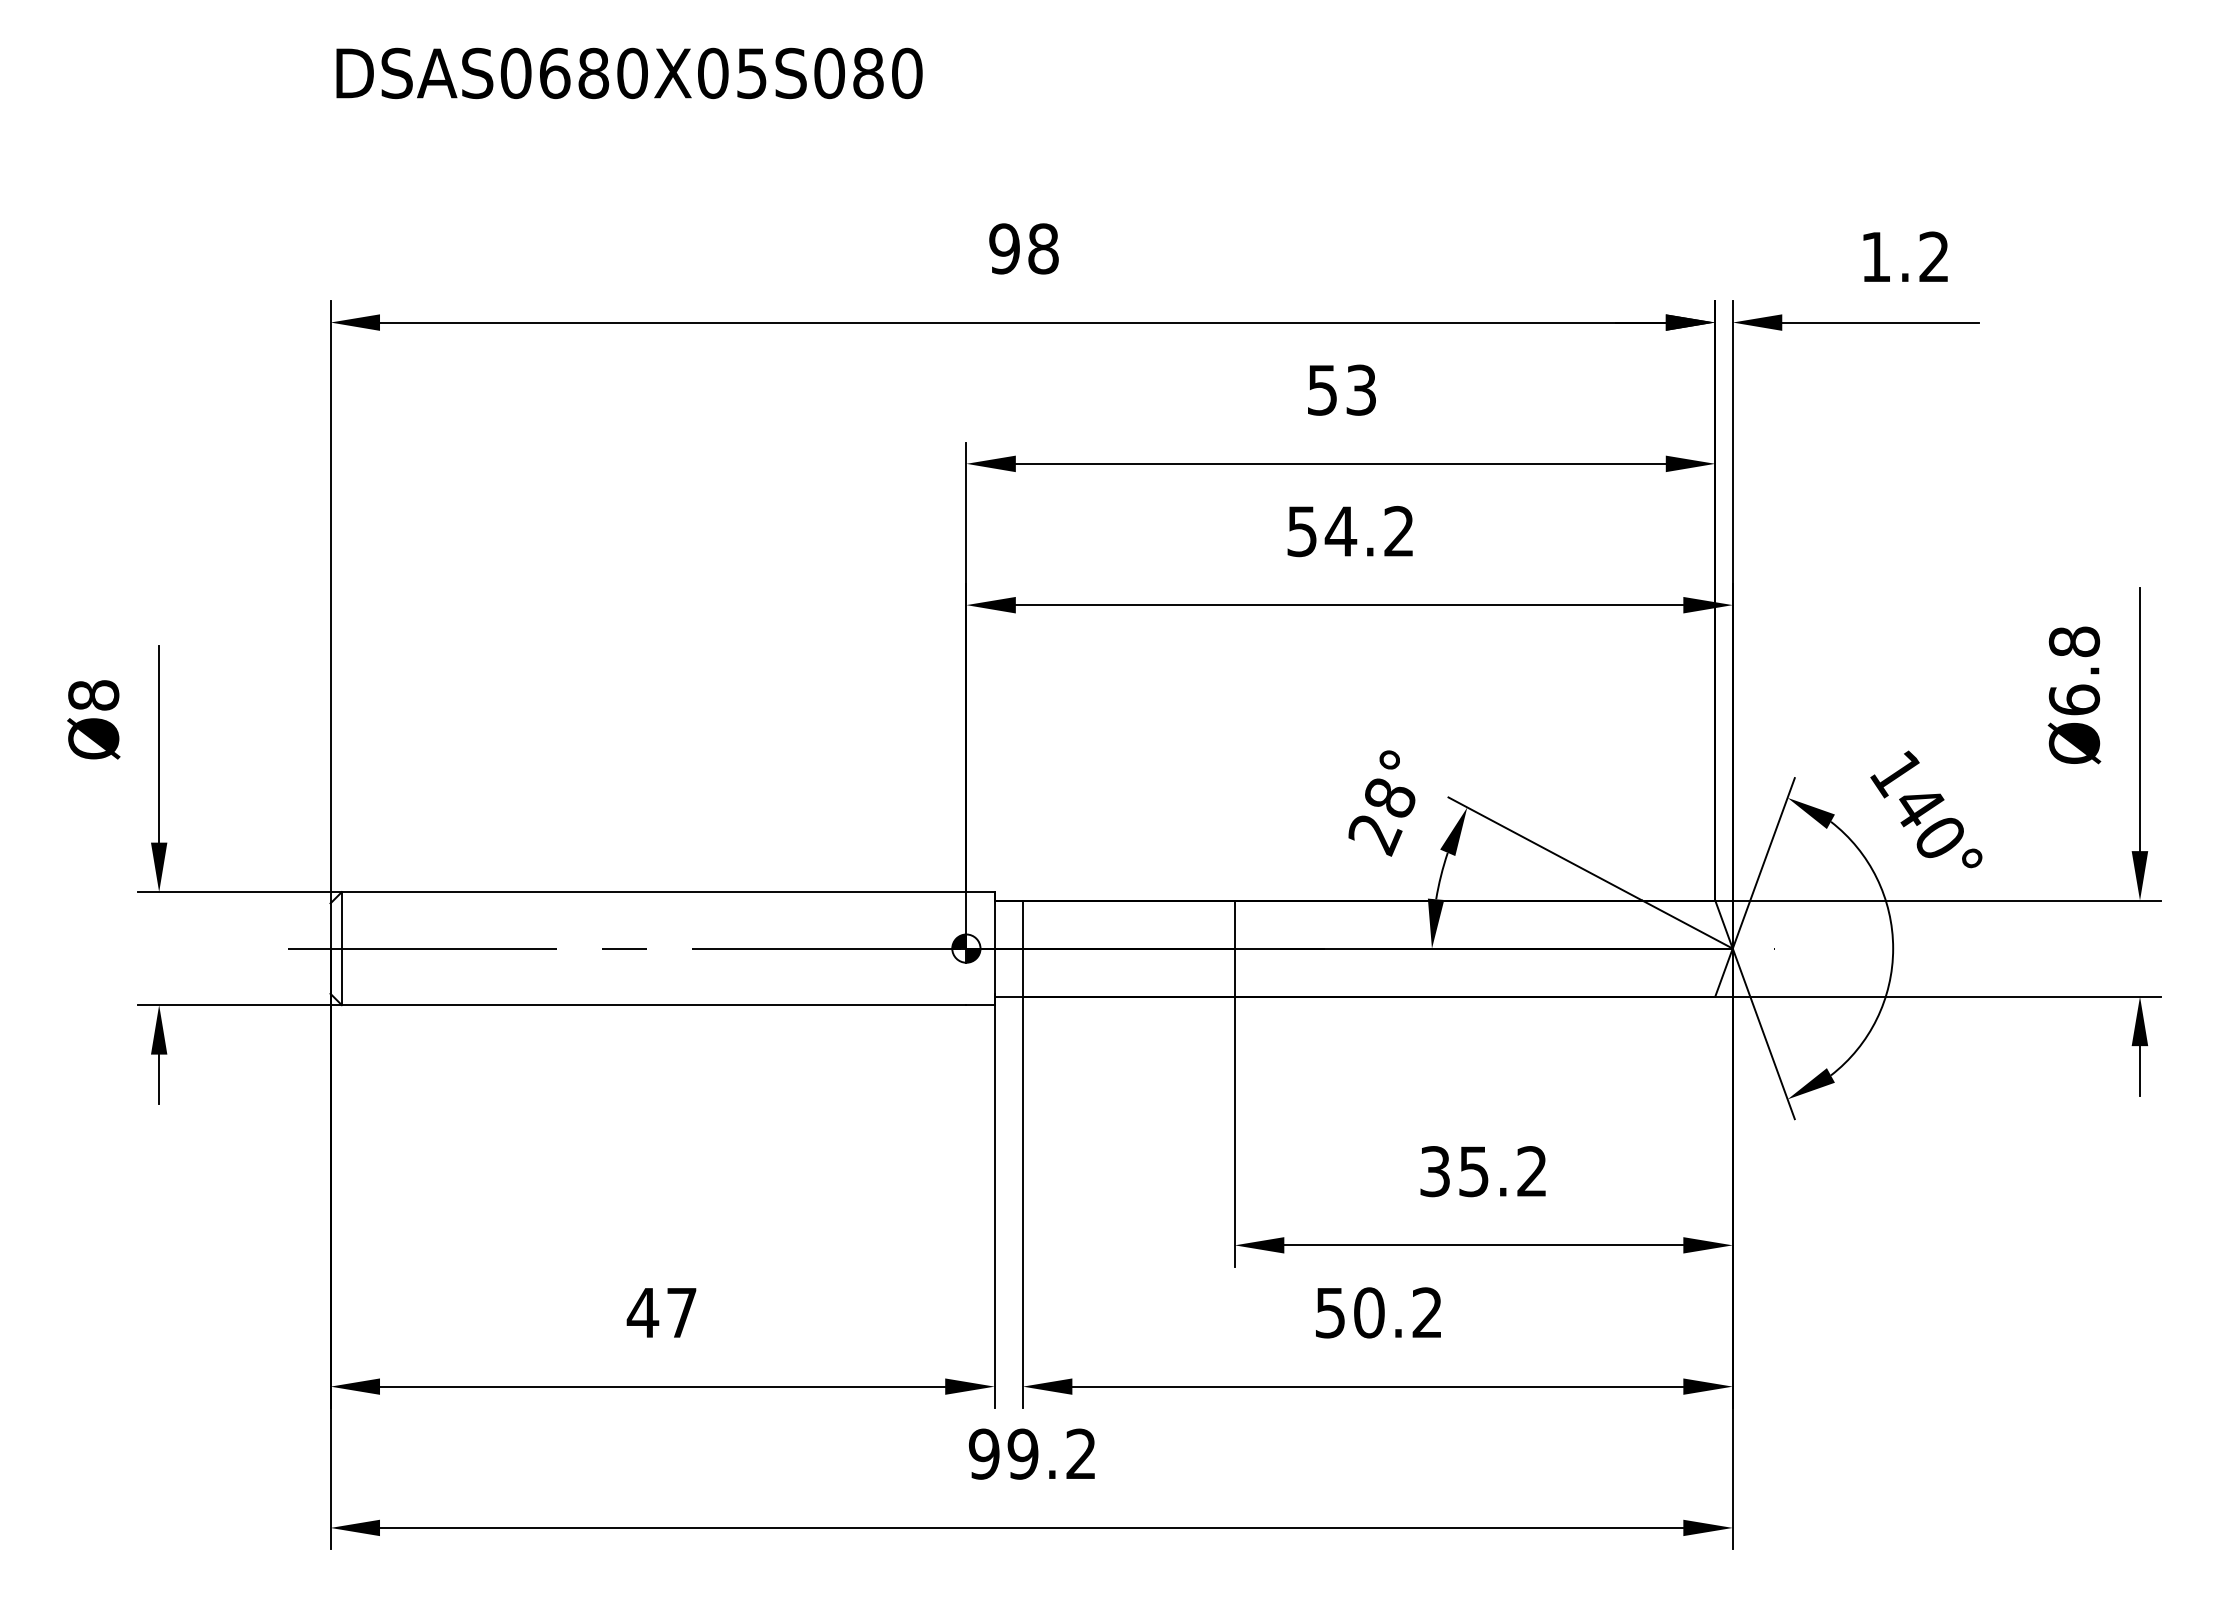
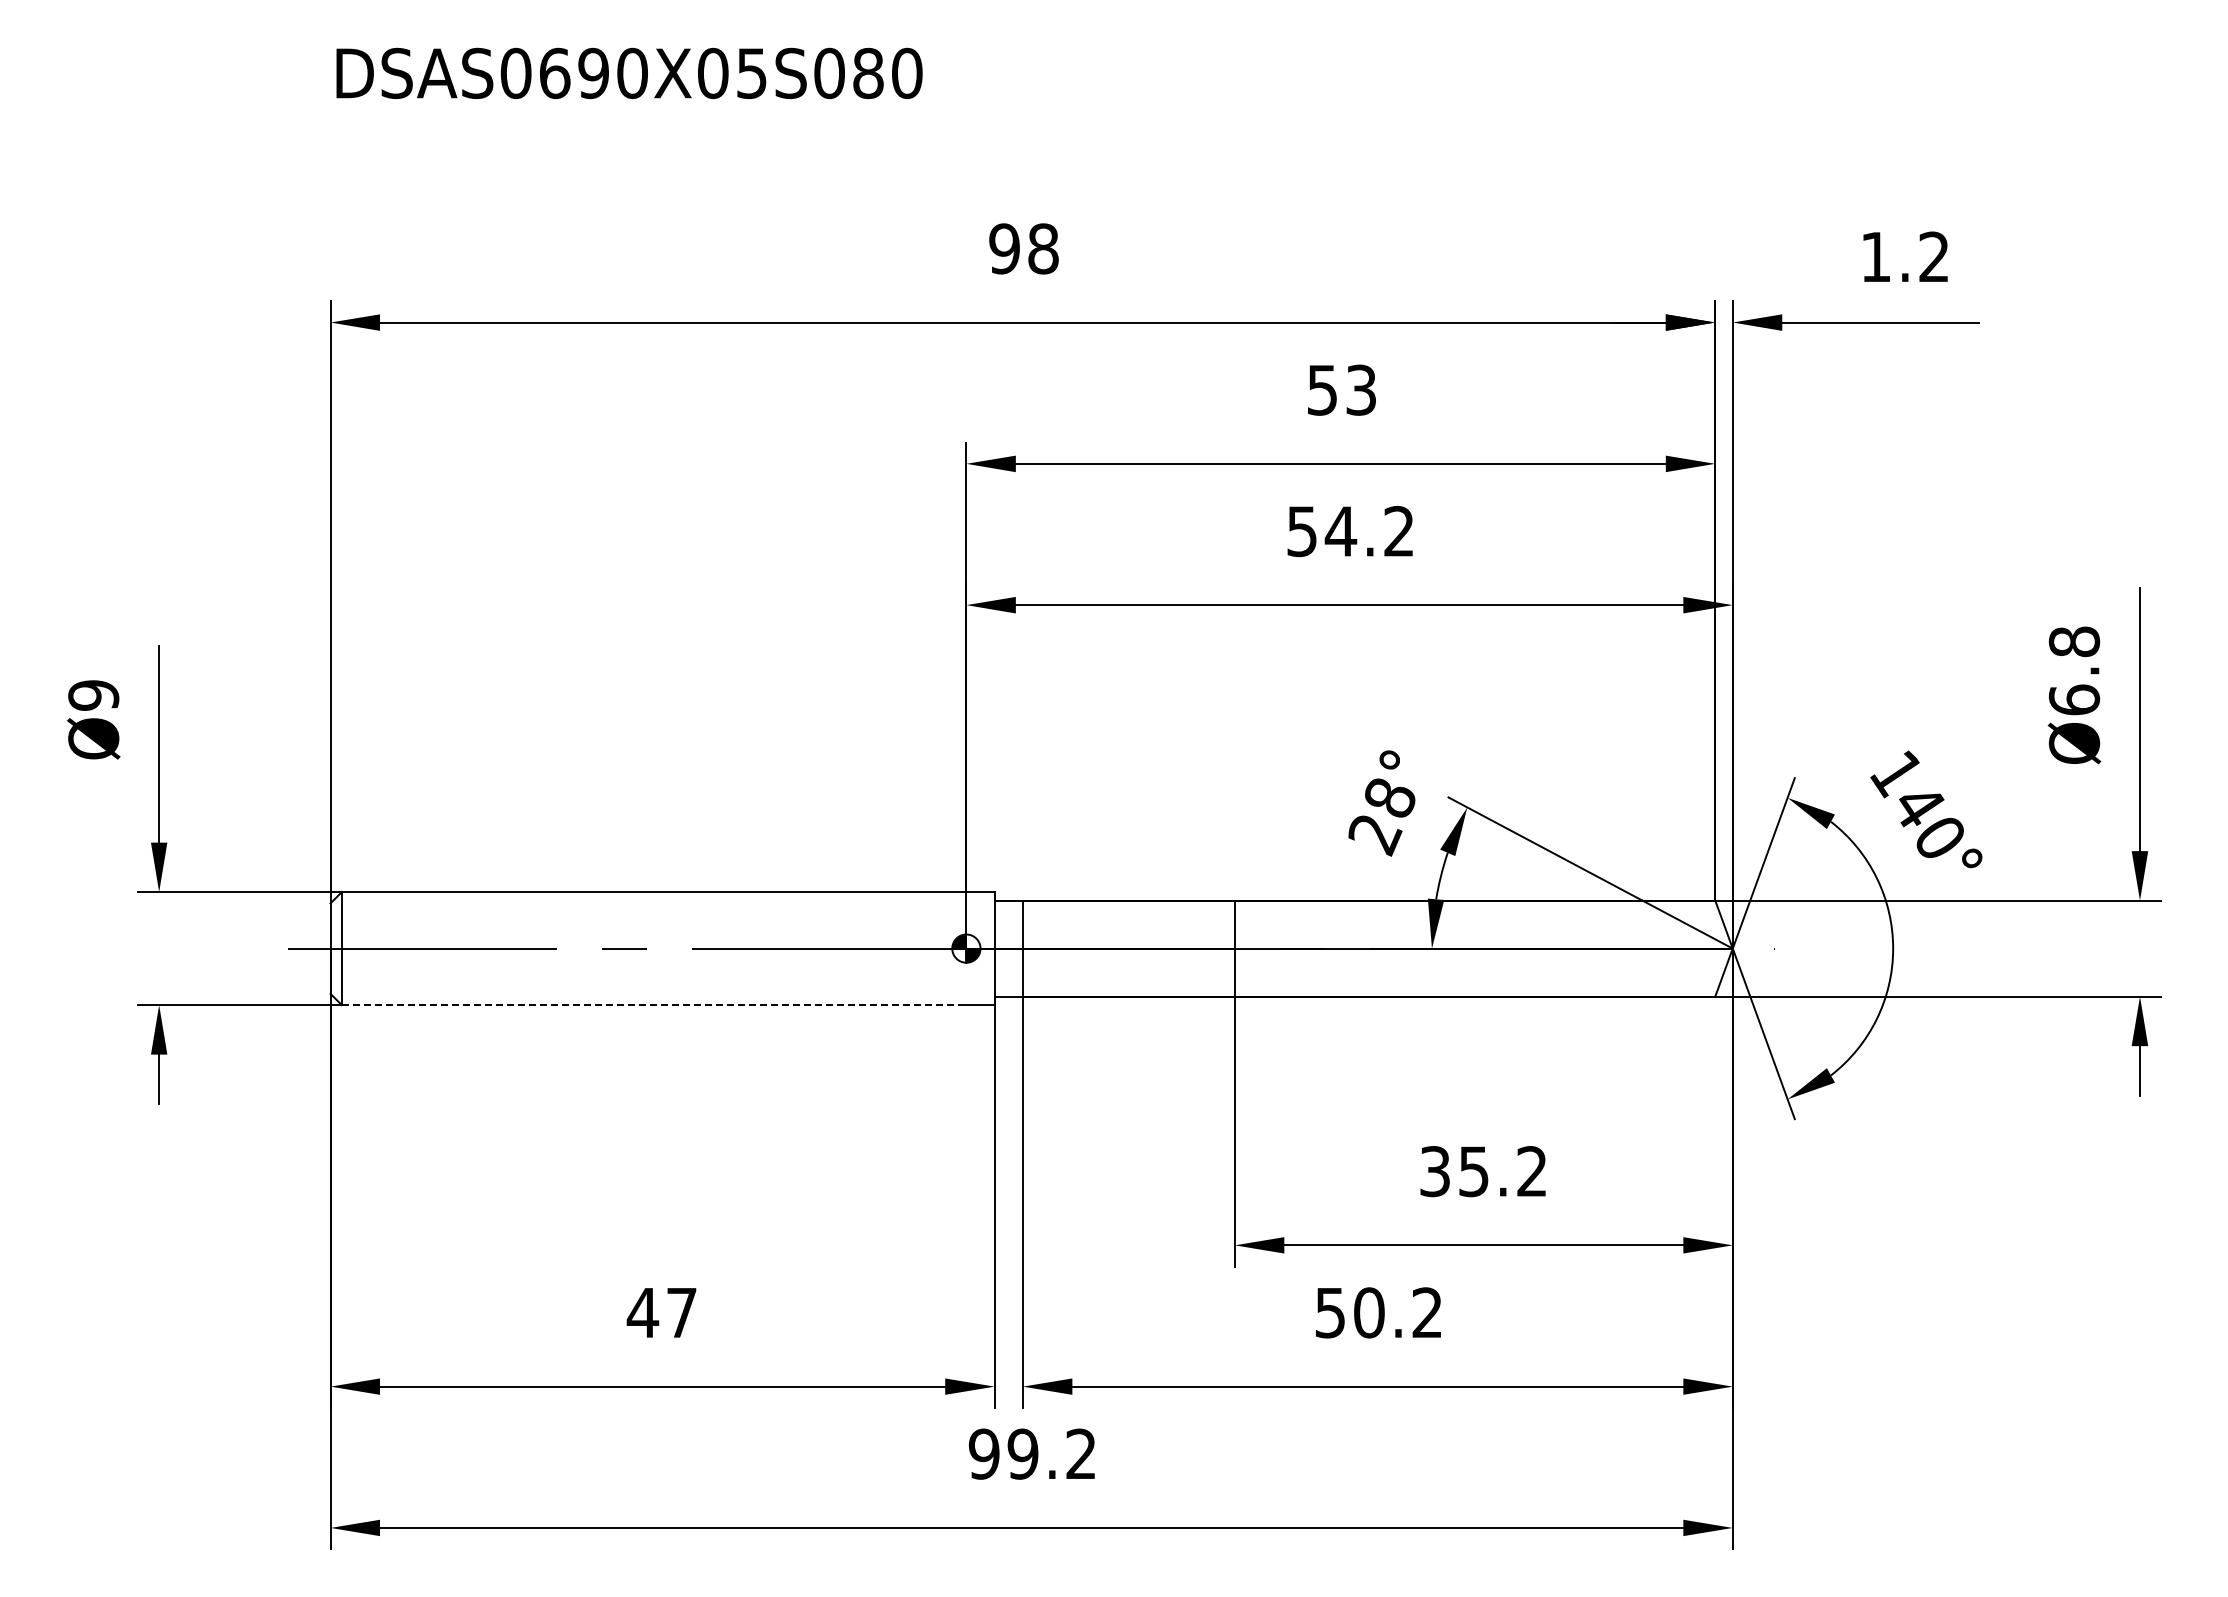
text at (593, 73): DSAS0680X05S080 -> DSAS0690X05S080
text at (93, 695): Ø8 -> Ø9
line at (654, 1005): solid -> dashed
